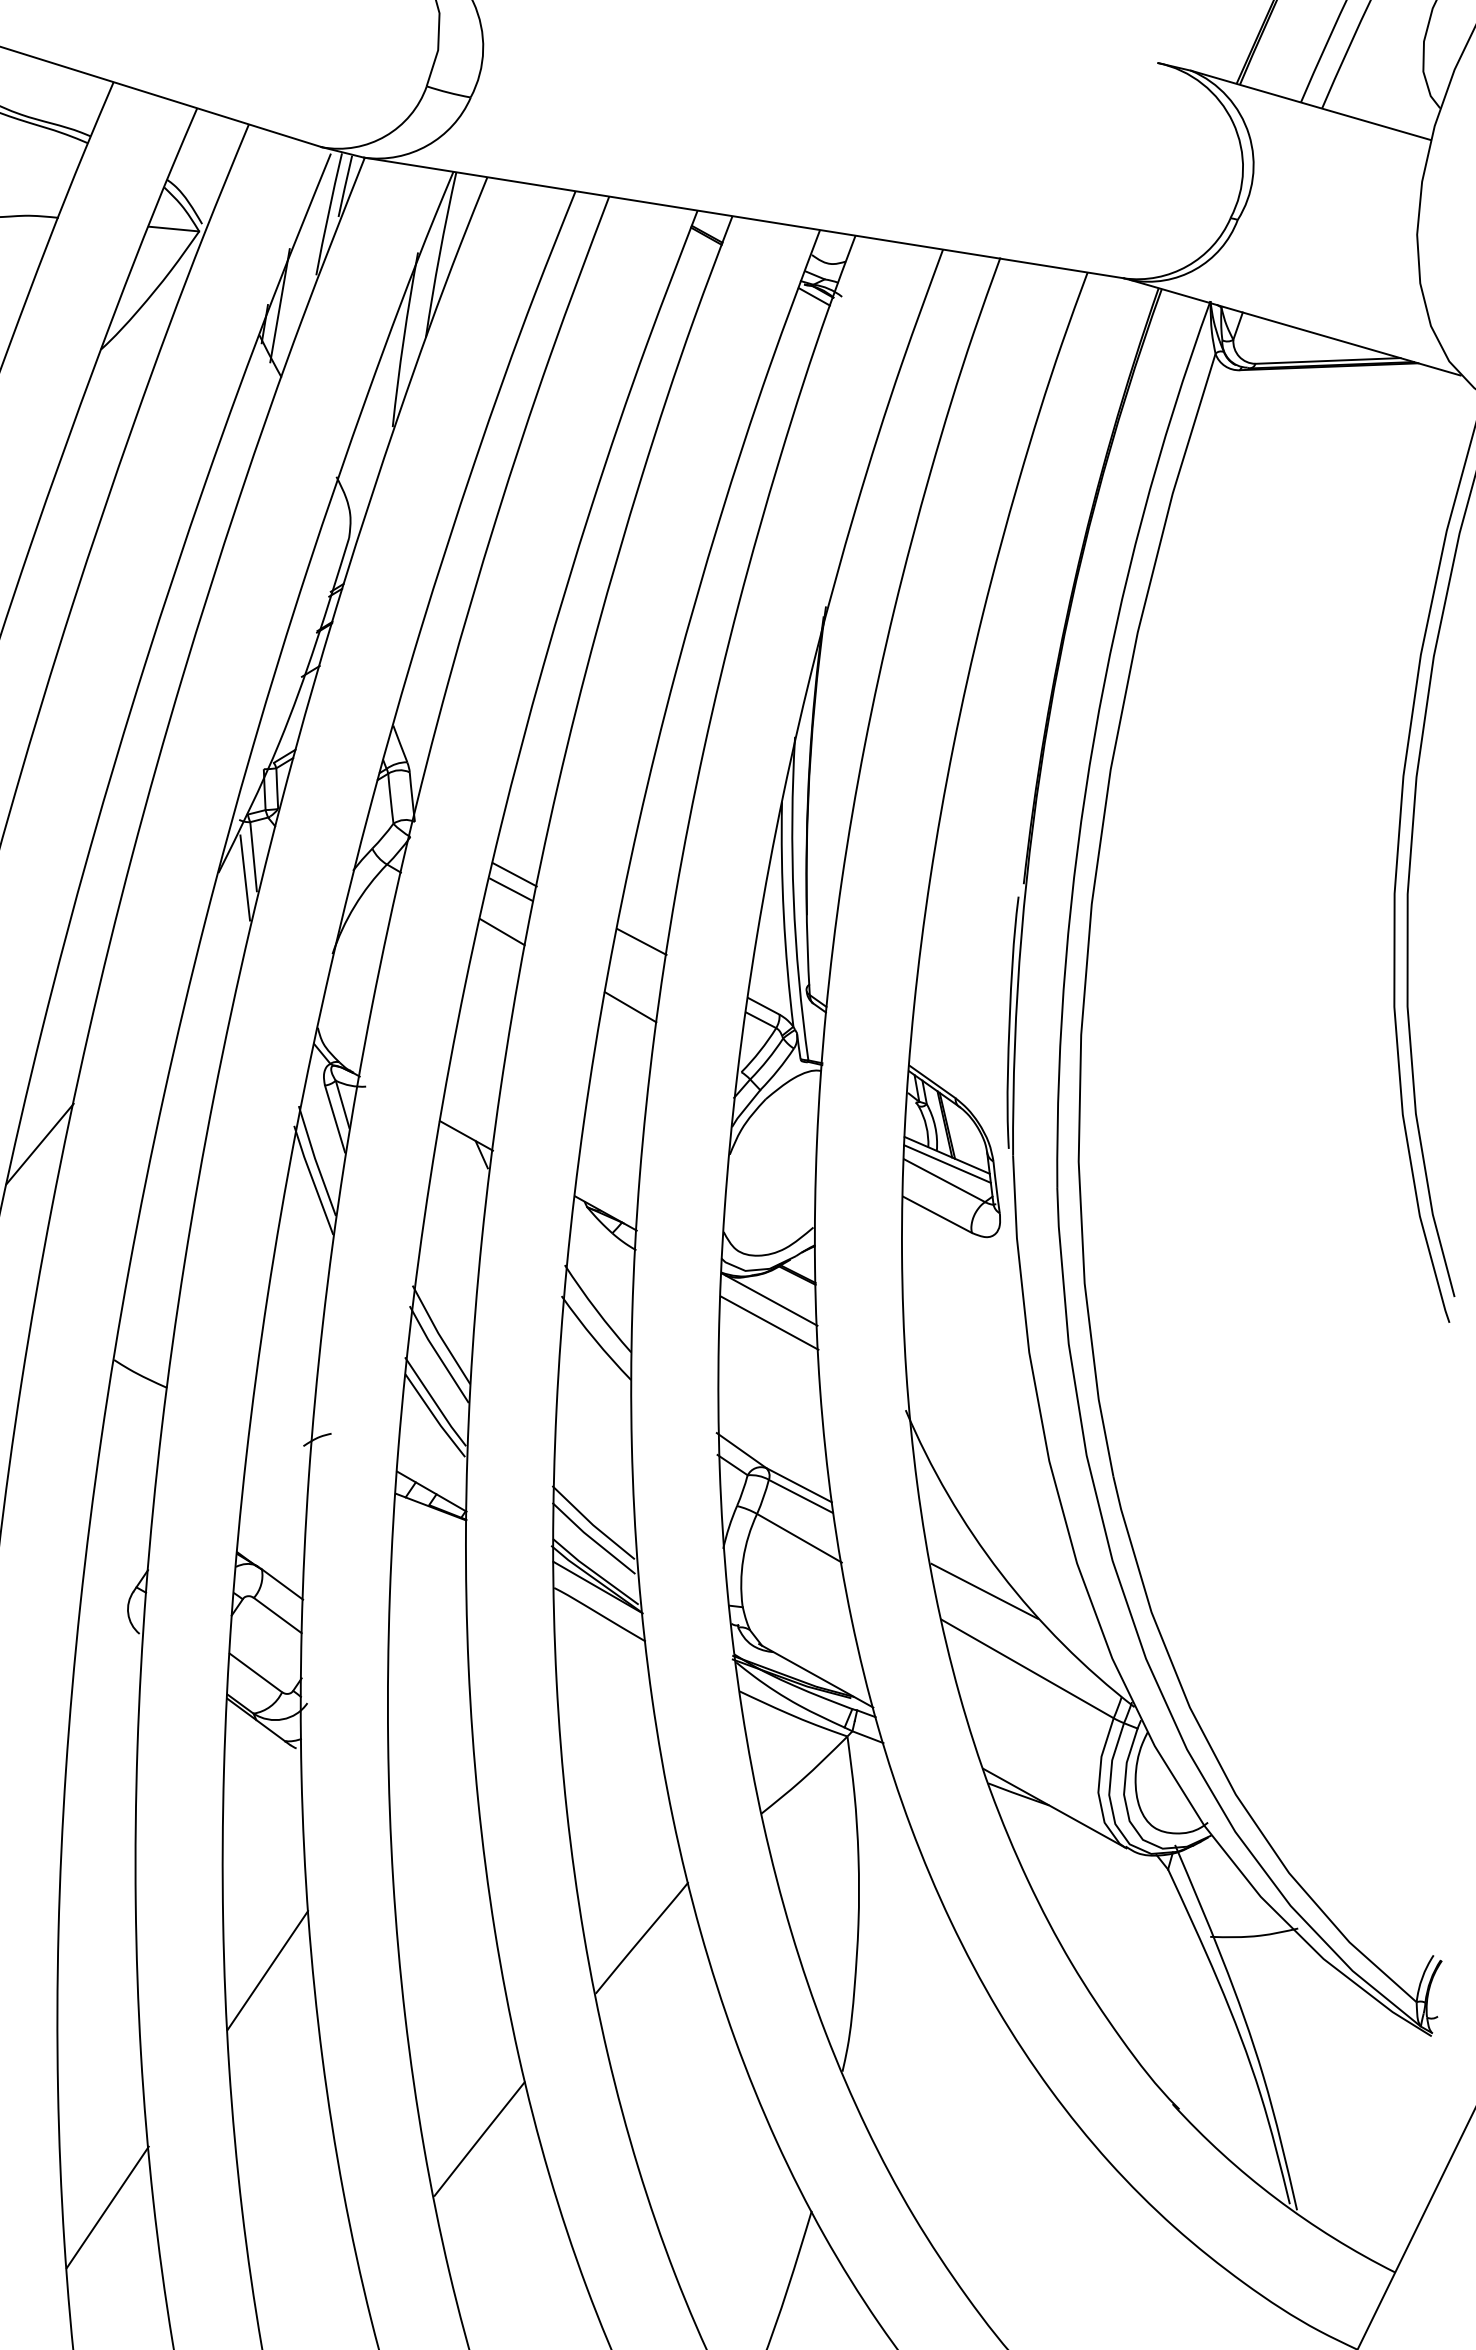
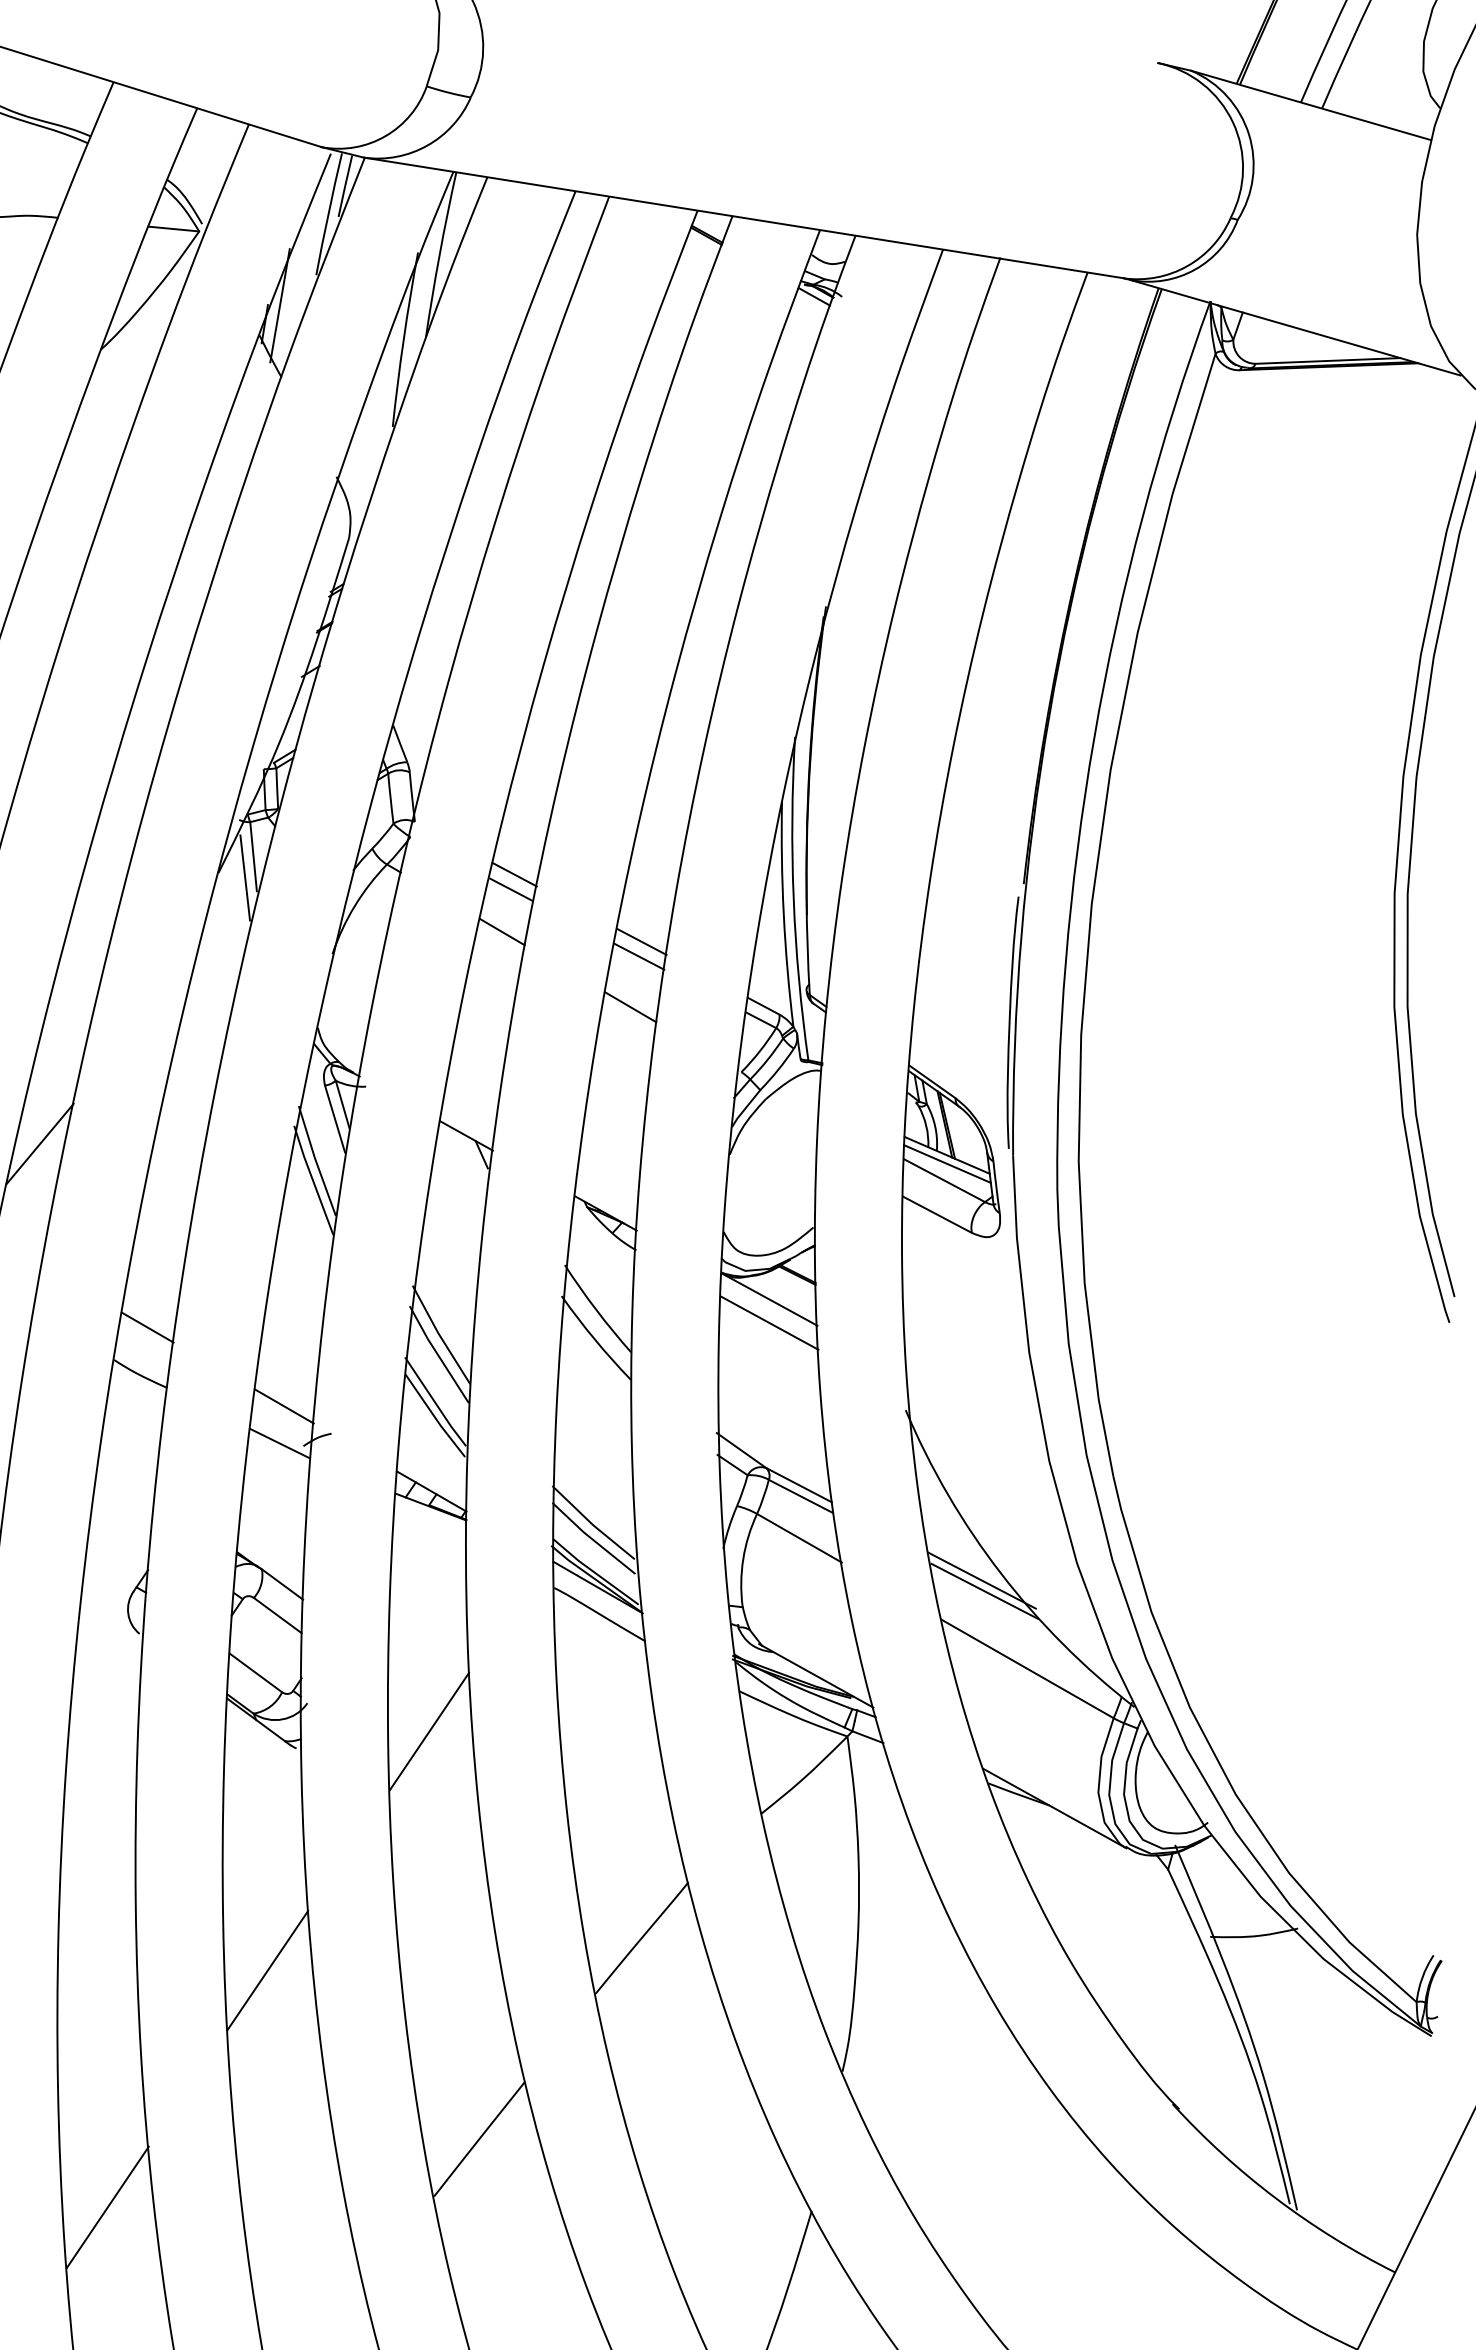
line at (639, 956): none -> present
line at (147, 1327): none -> present
line at (284, 1406): none -> present
line at (279, 1442): none -> present
line at (981, 1580): none -> present
line at (429, 1731): none -> present
